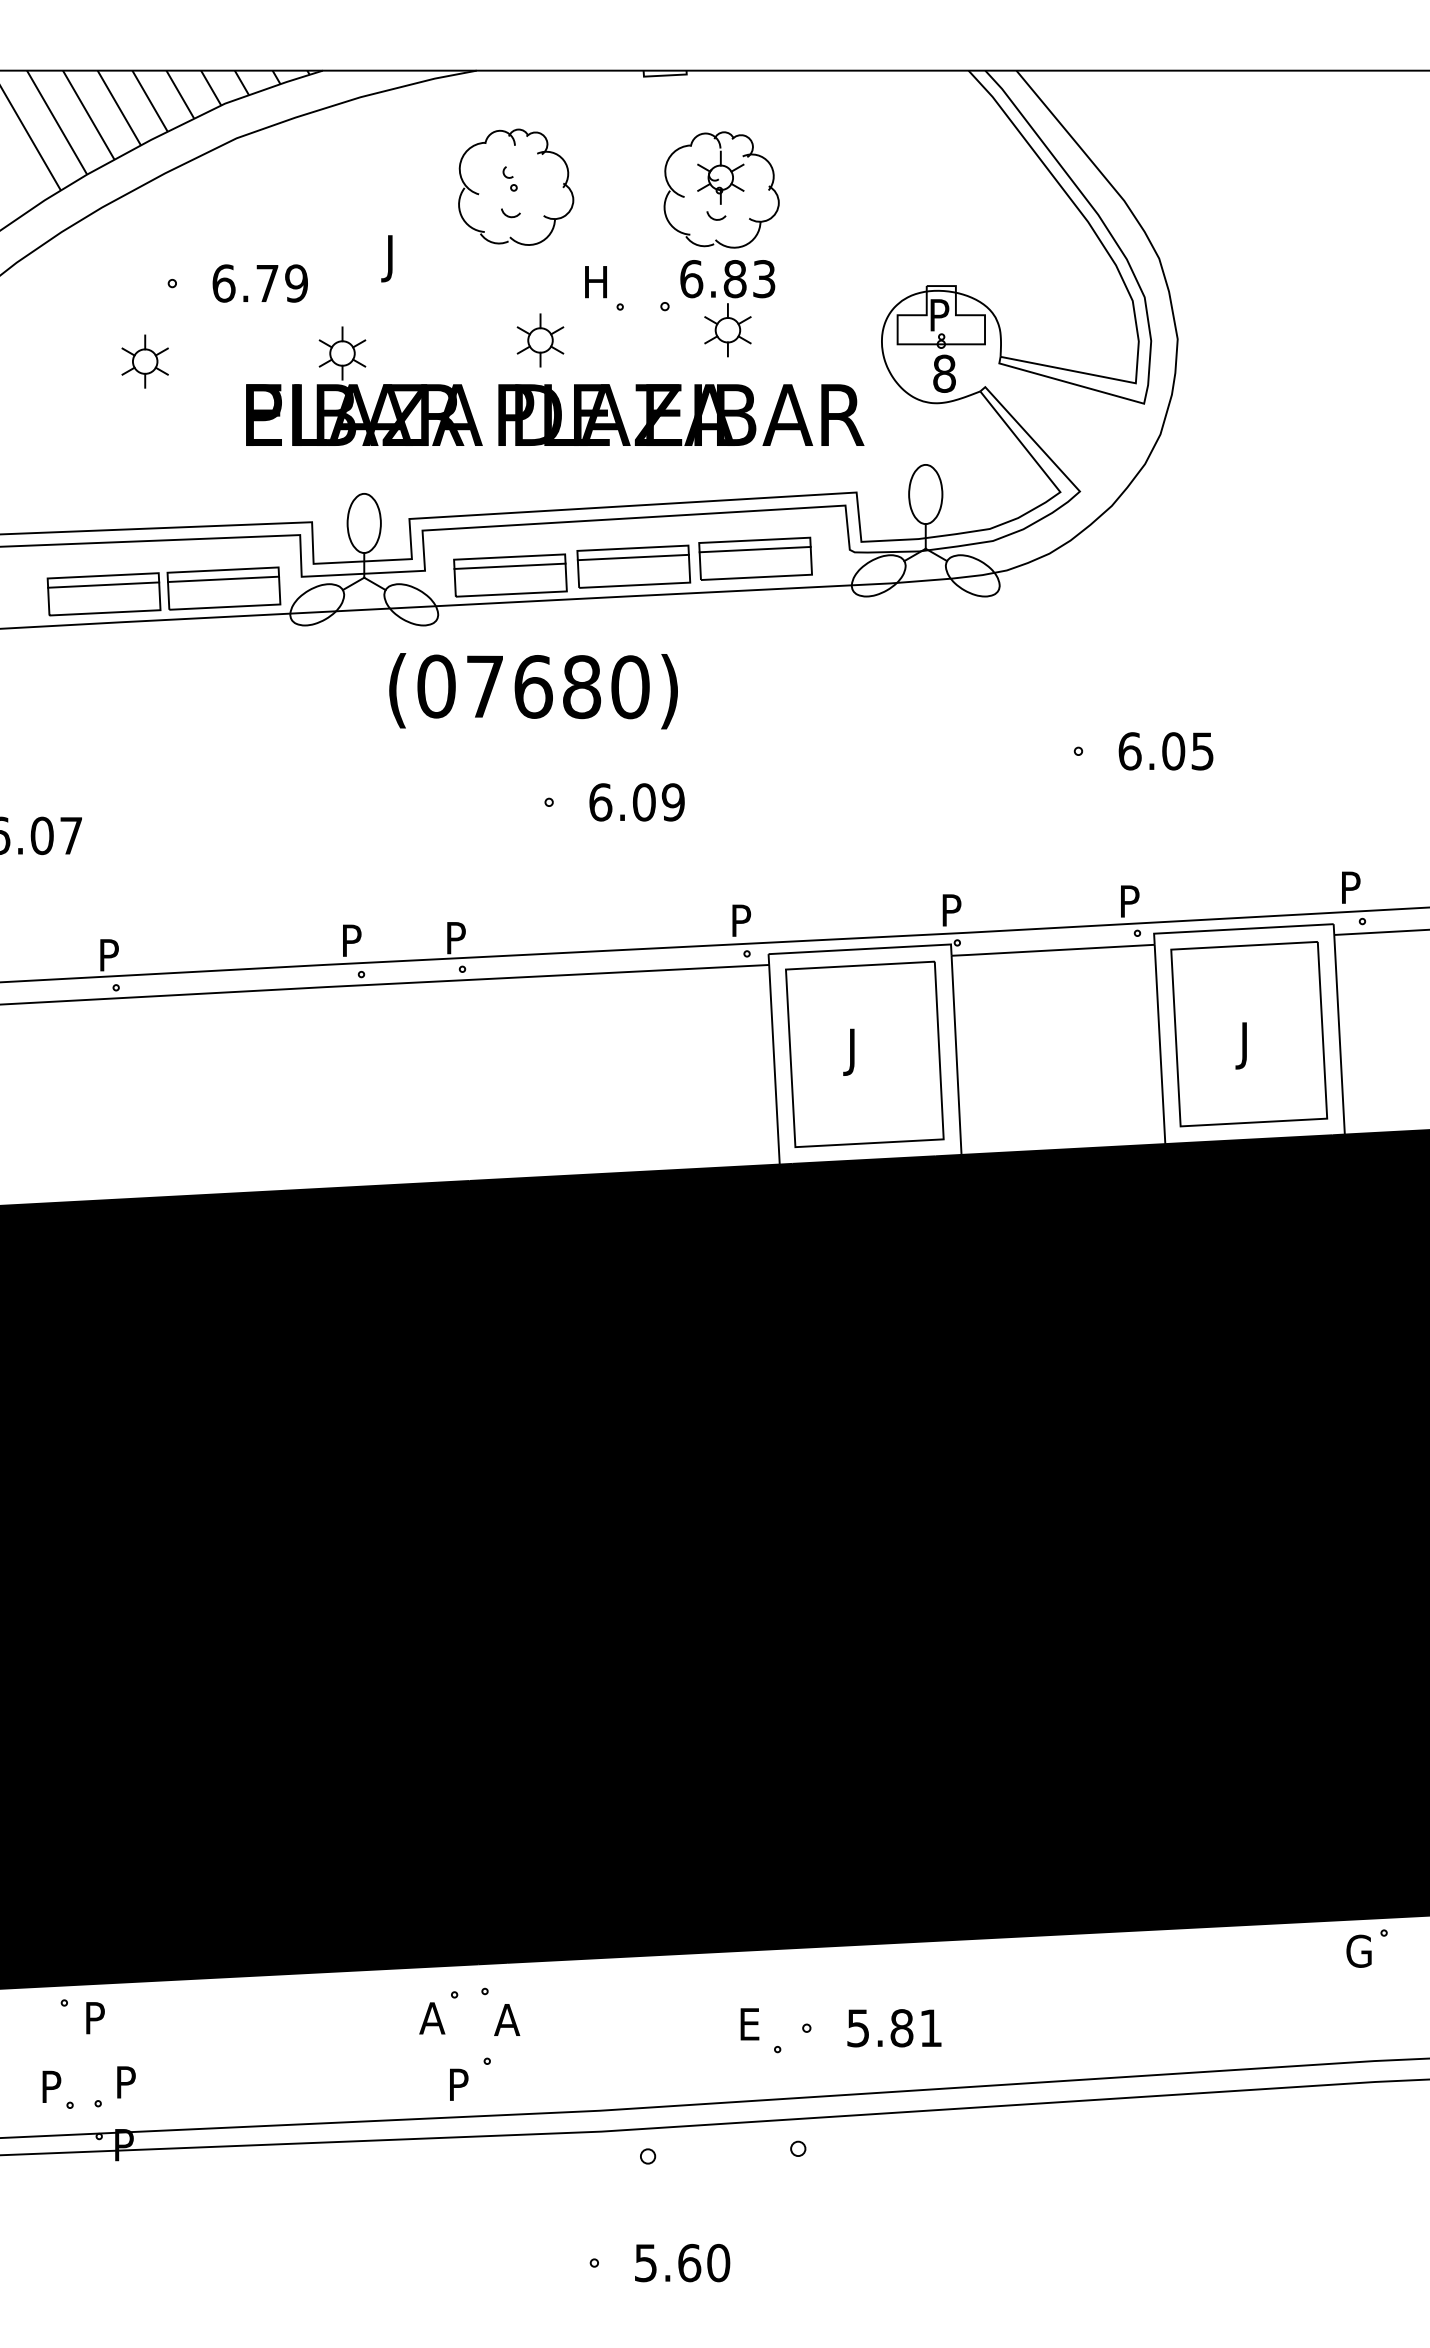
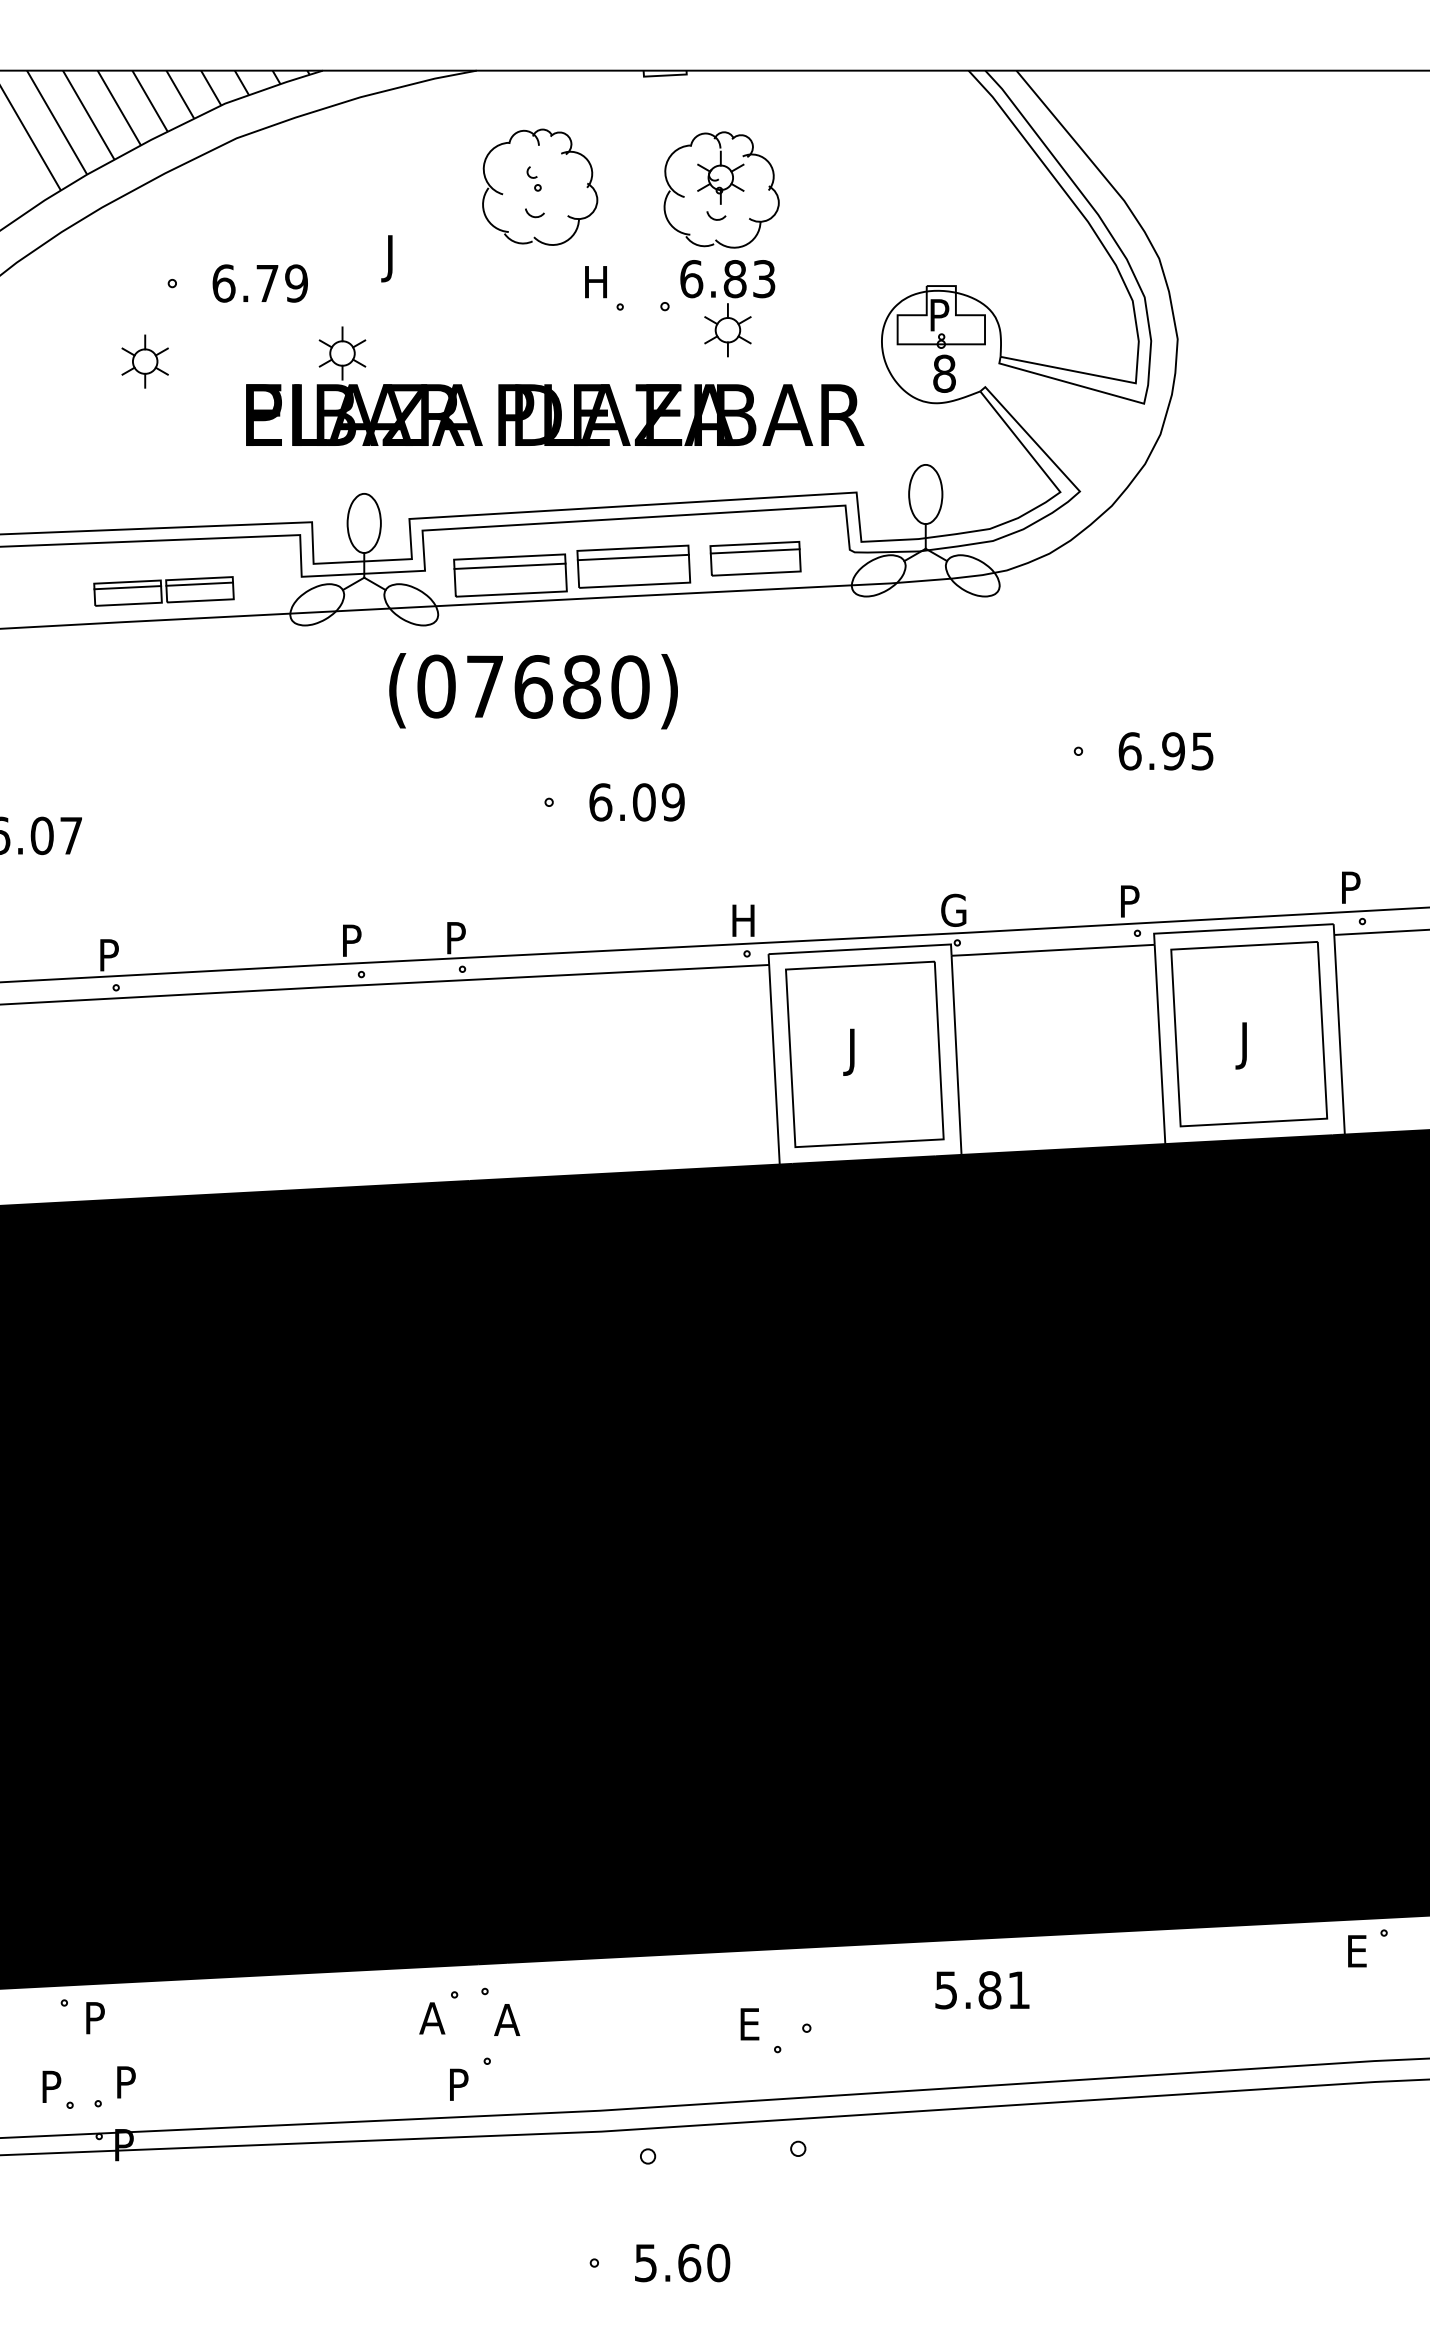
part at (516, 186) position: (516, 186) -> (540, 186)
part at (540, 340): present -> none
part at (755, 558) size: 115x45 px -> 93x36 px
part at (163, 591) size: 236x51 px -> 142x31 px
text at (1173, 751): 6.05 -> 6.95
text at (953, 909): P -> G
text at (745, 920): P -> H
text at (1358, 1950): G -> E
text at (894, 2028) position: (894, 2028) -> (982, 1990)
